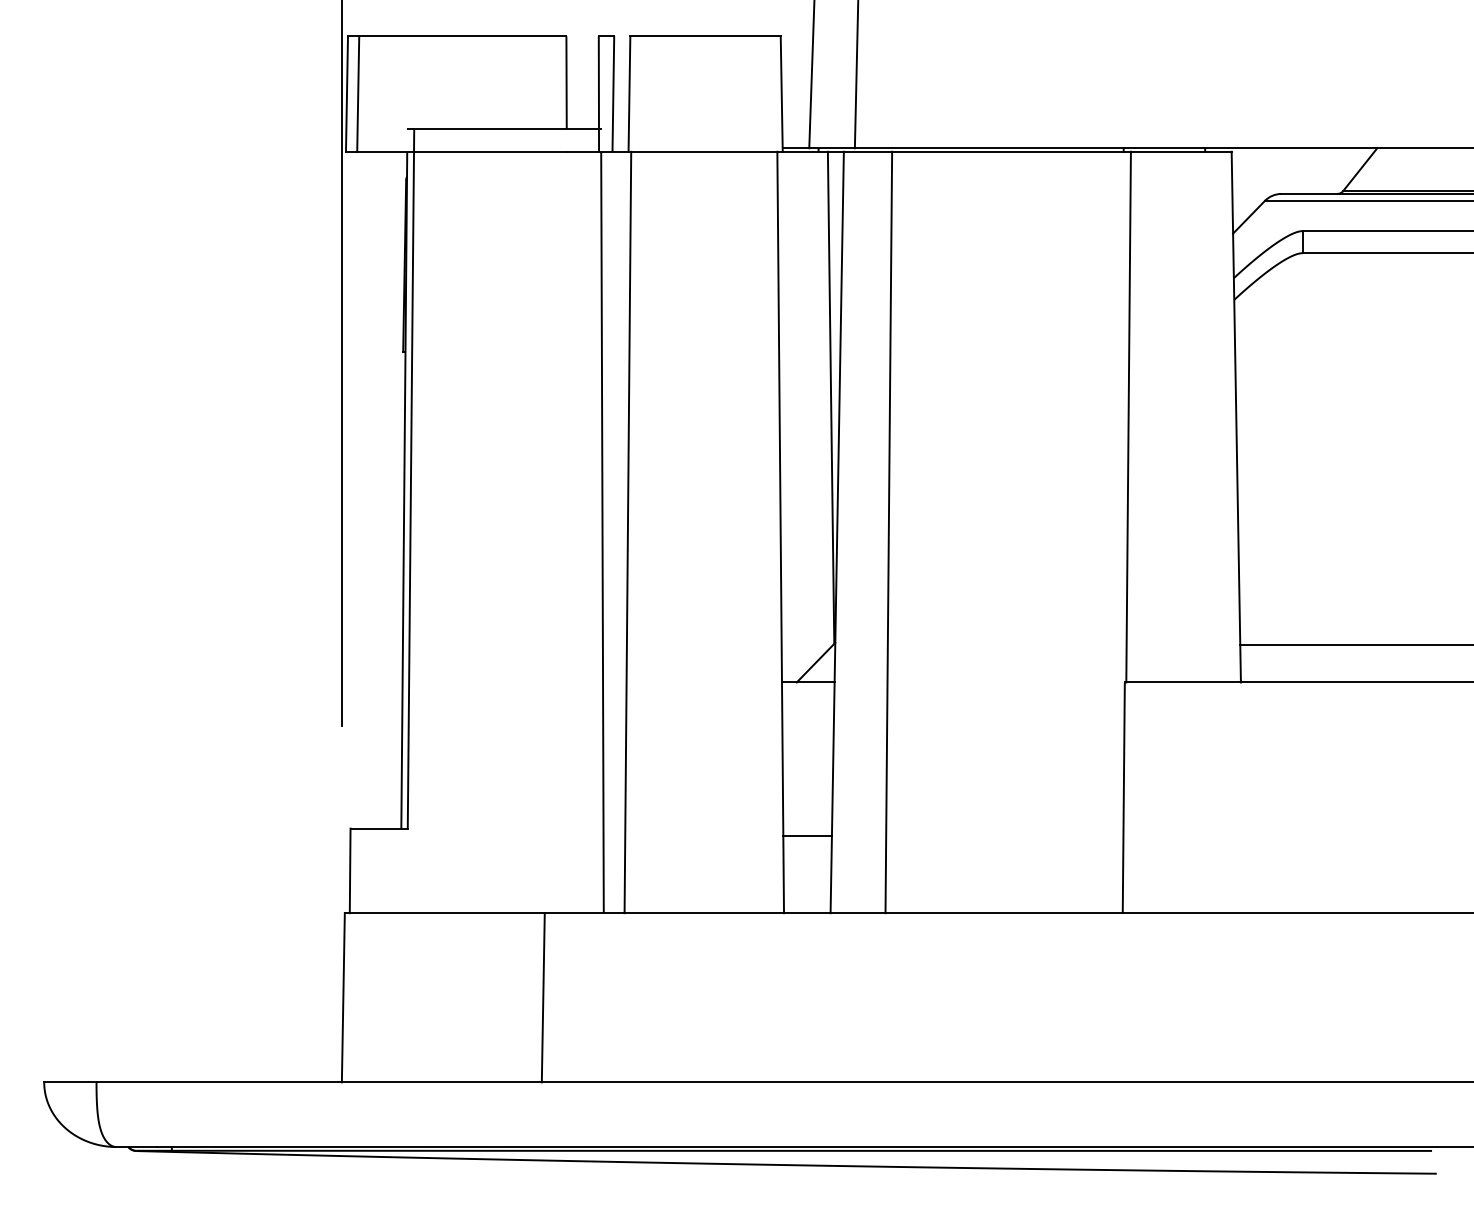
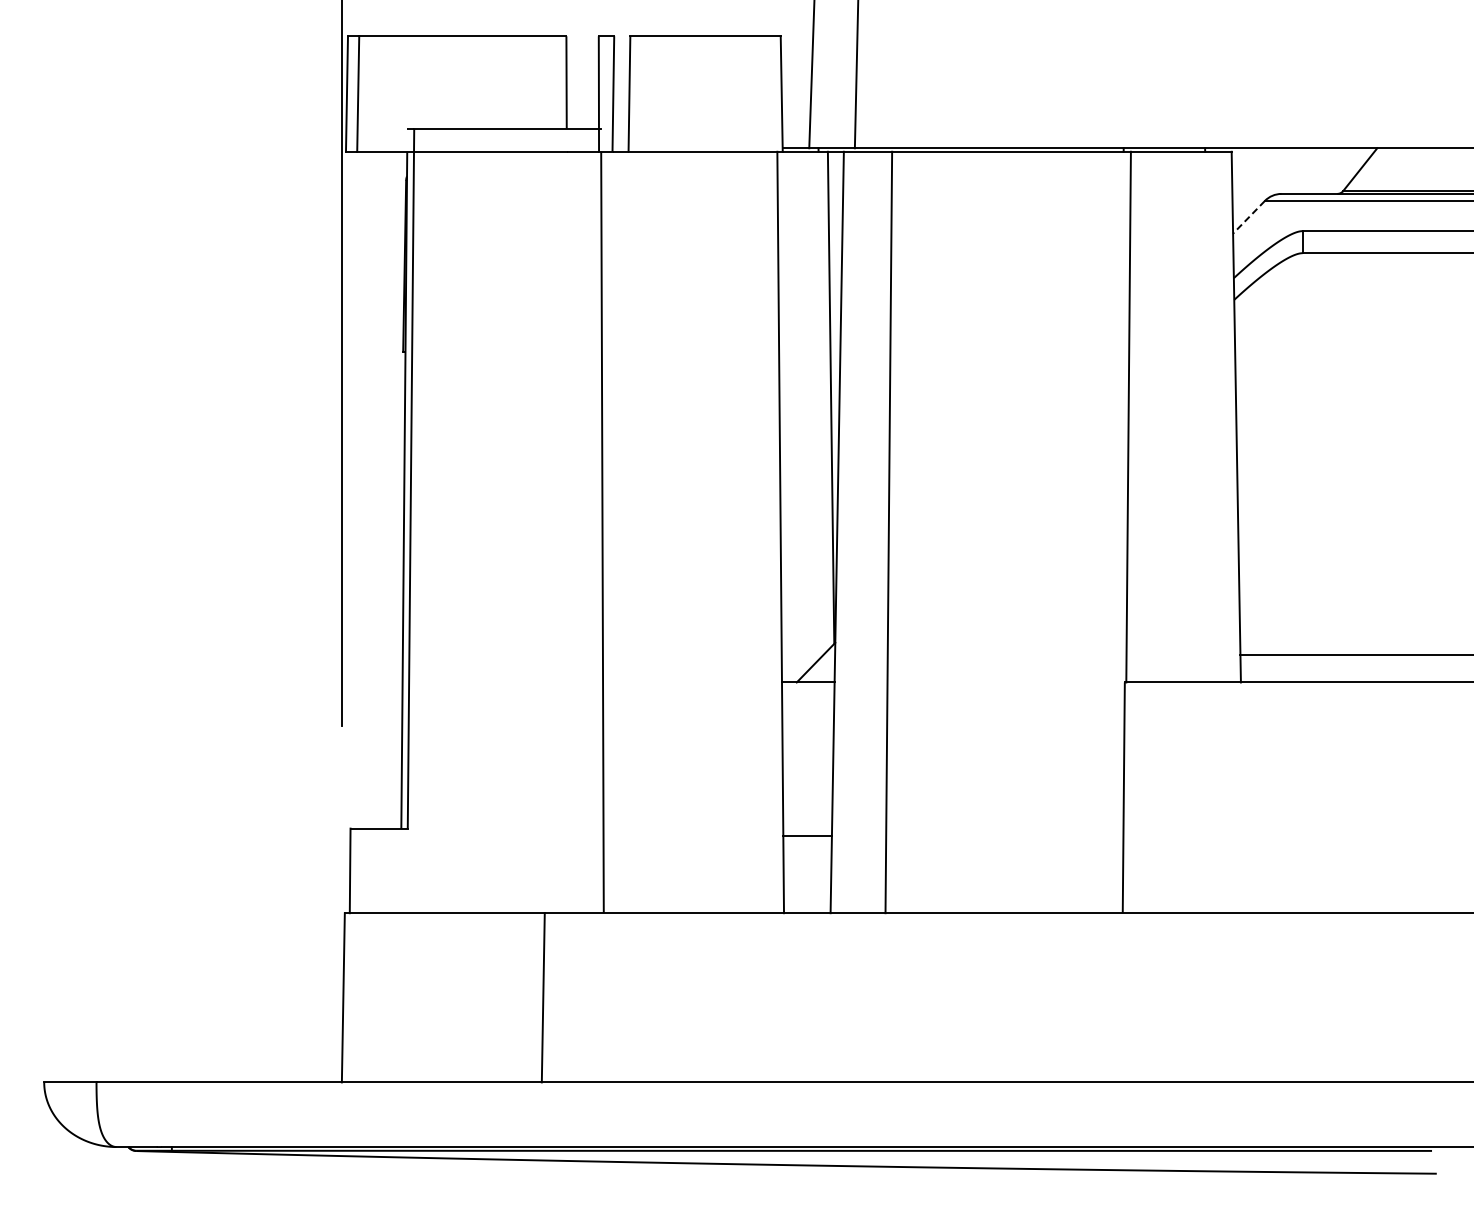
line at (1249, 217): solid -> dashed
line at (627, 532): present -> none
line at (1355, 644) position: (1355, 644) -> (1355, 654)
